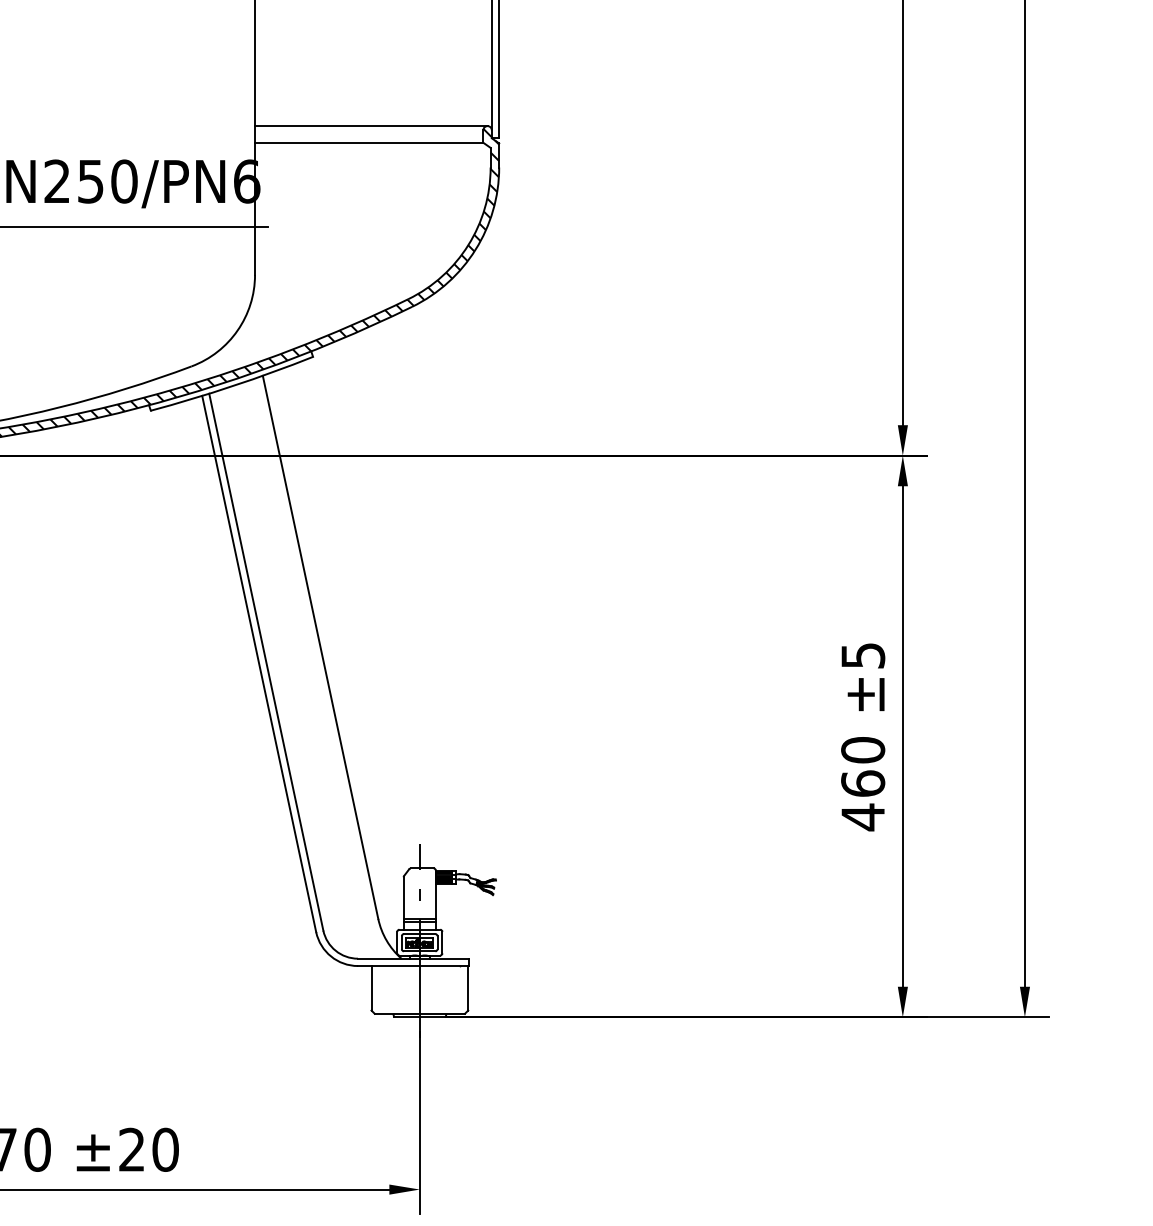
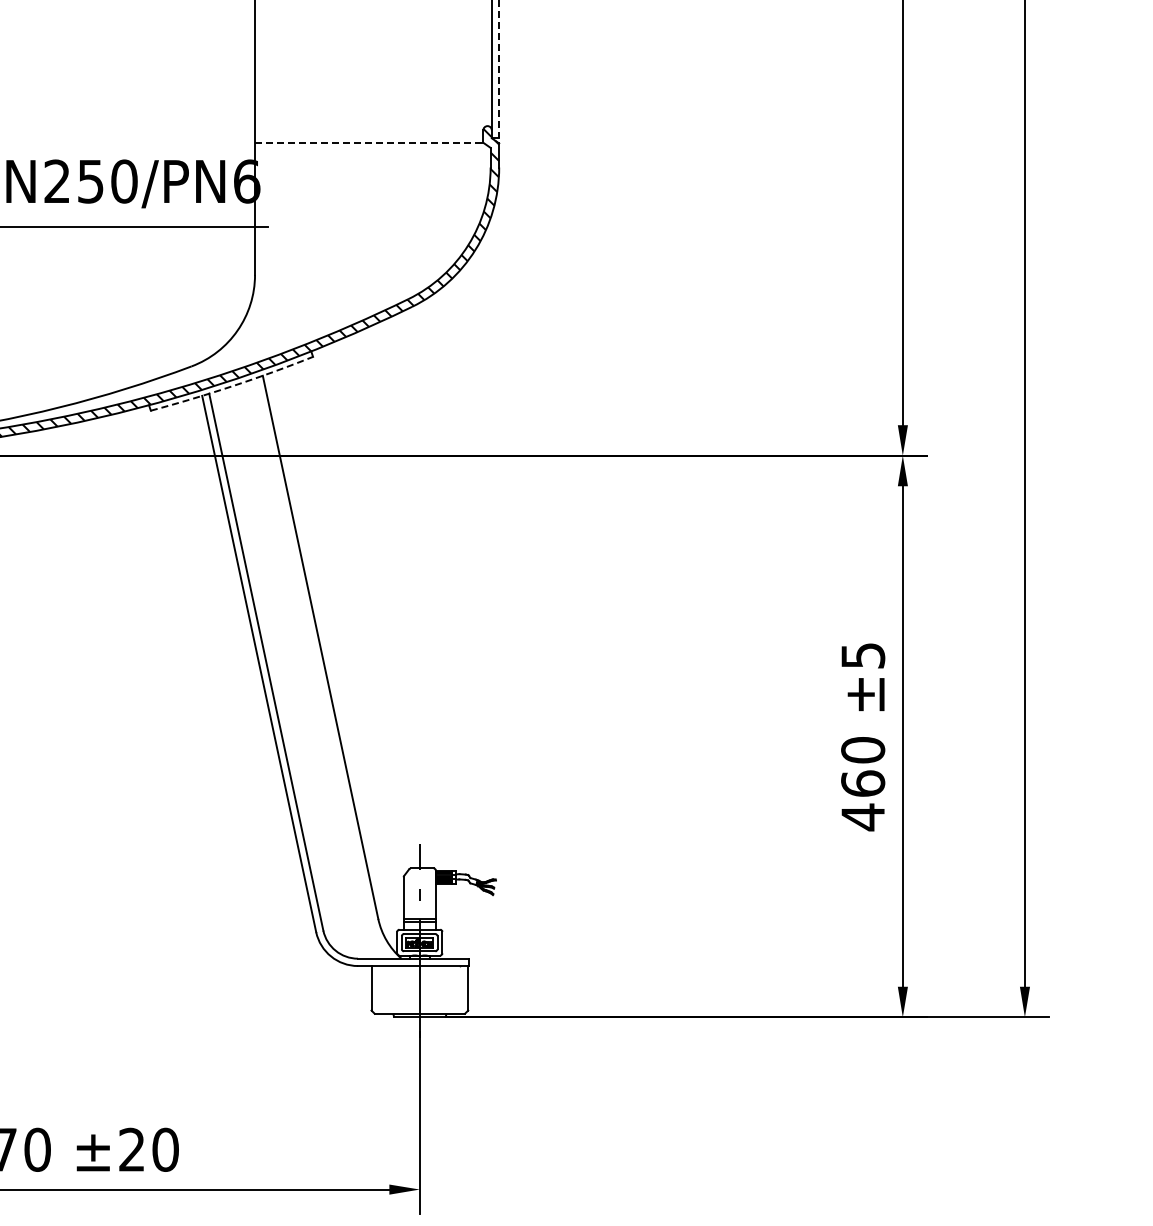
line at (499, 69): solid -> dashed
line at (371, 126): present -> none
line at (369, 142): solid -> dashed
arc at (232, 386): solid -> dashed
